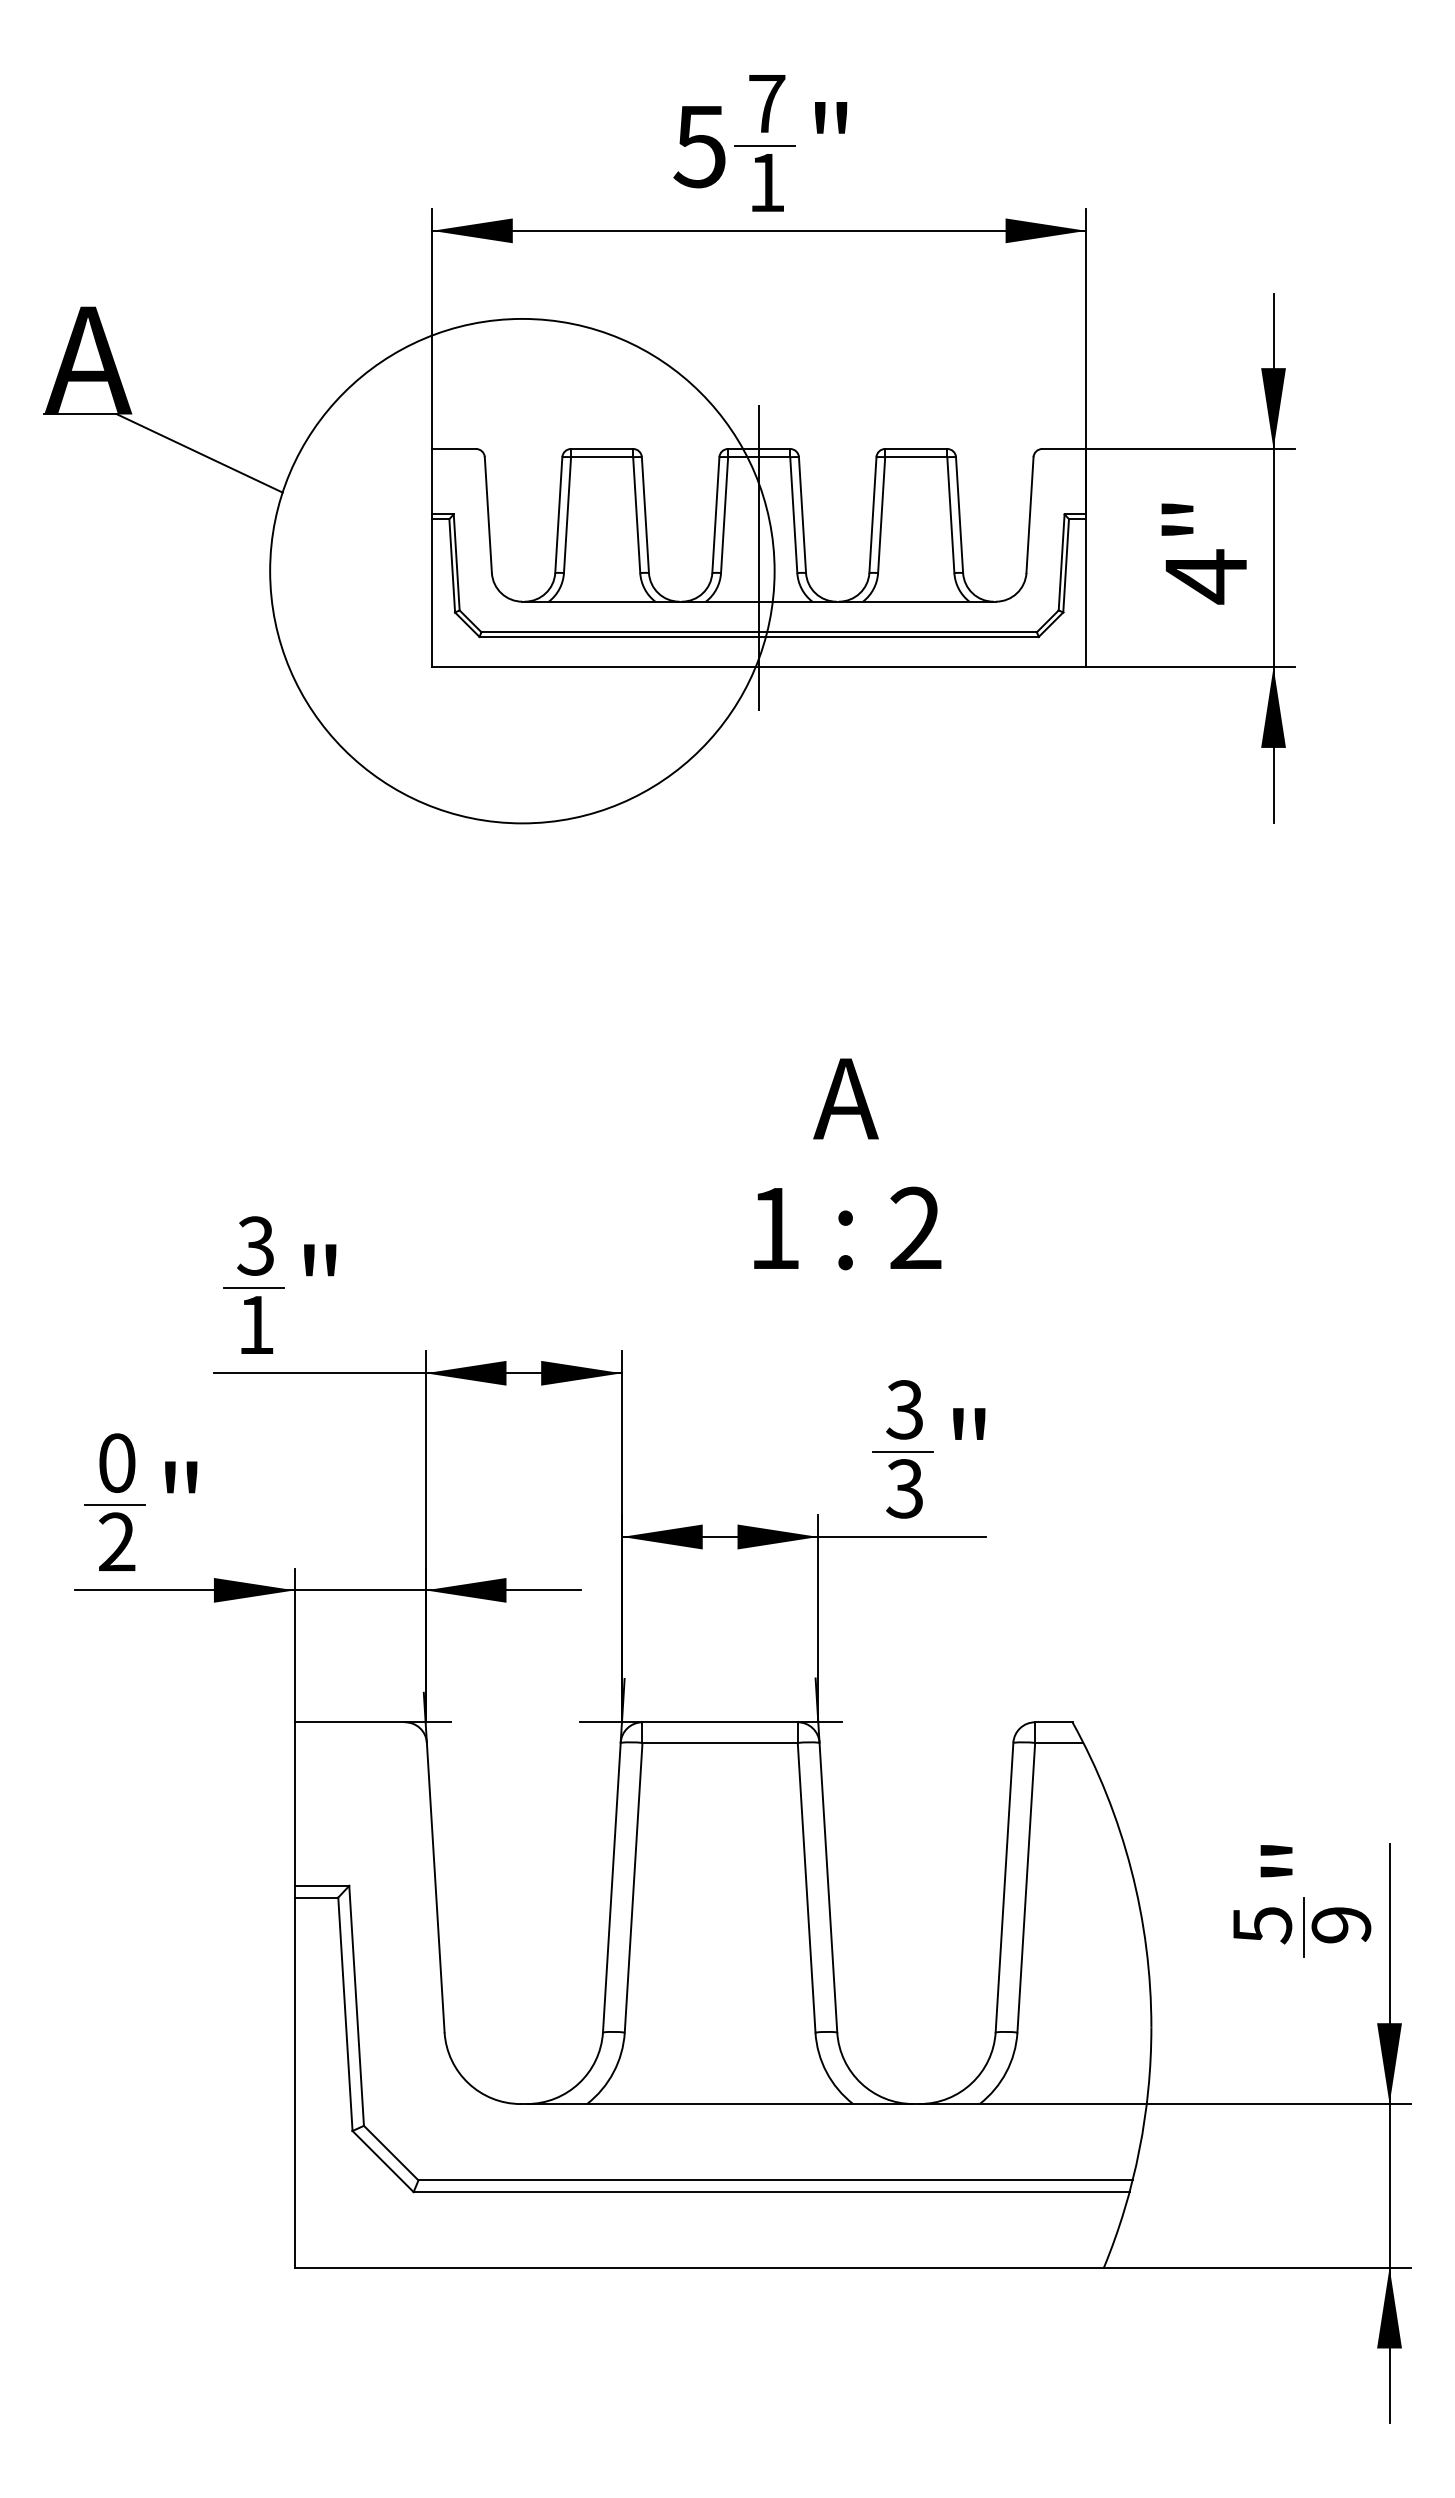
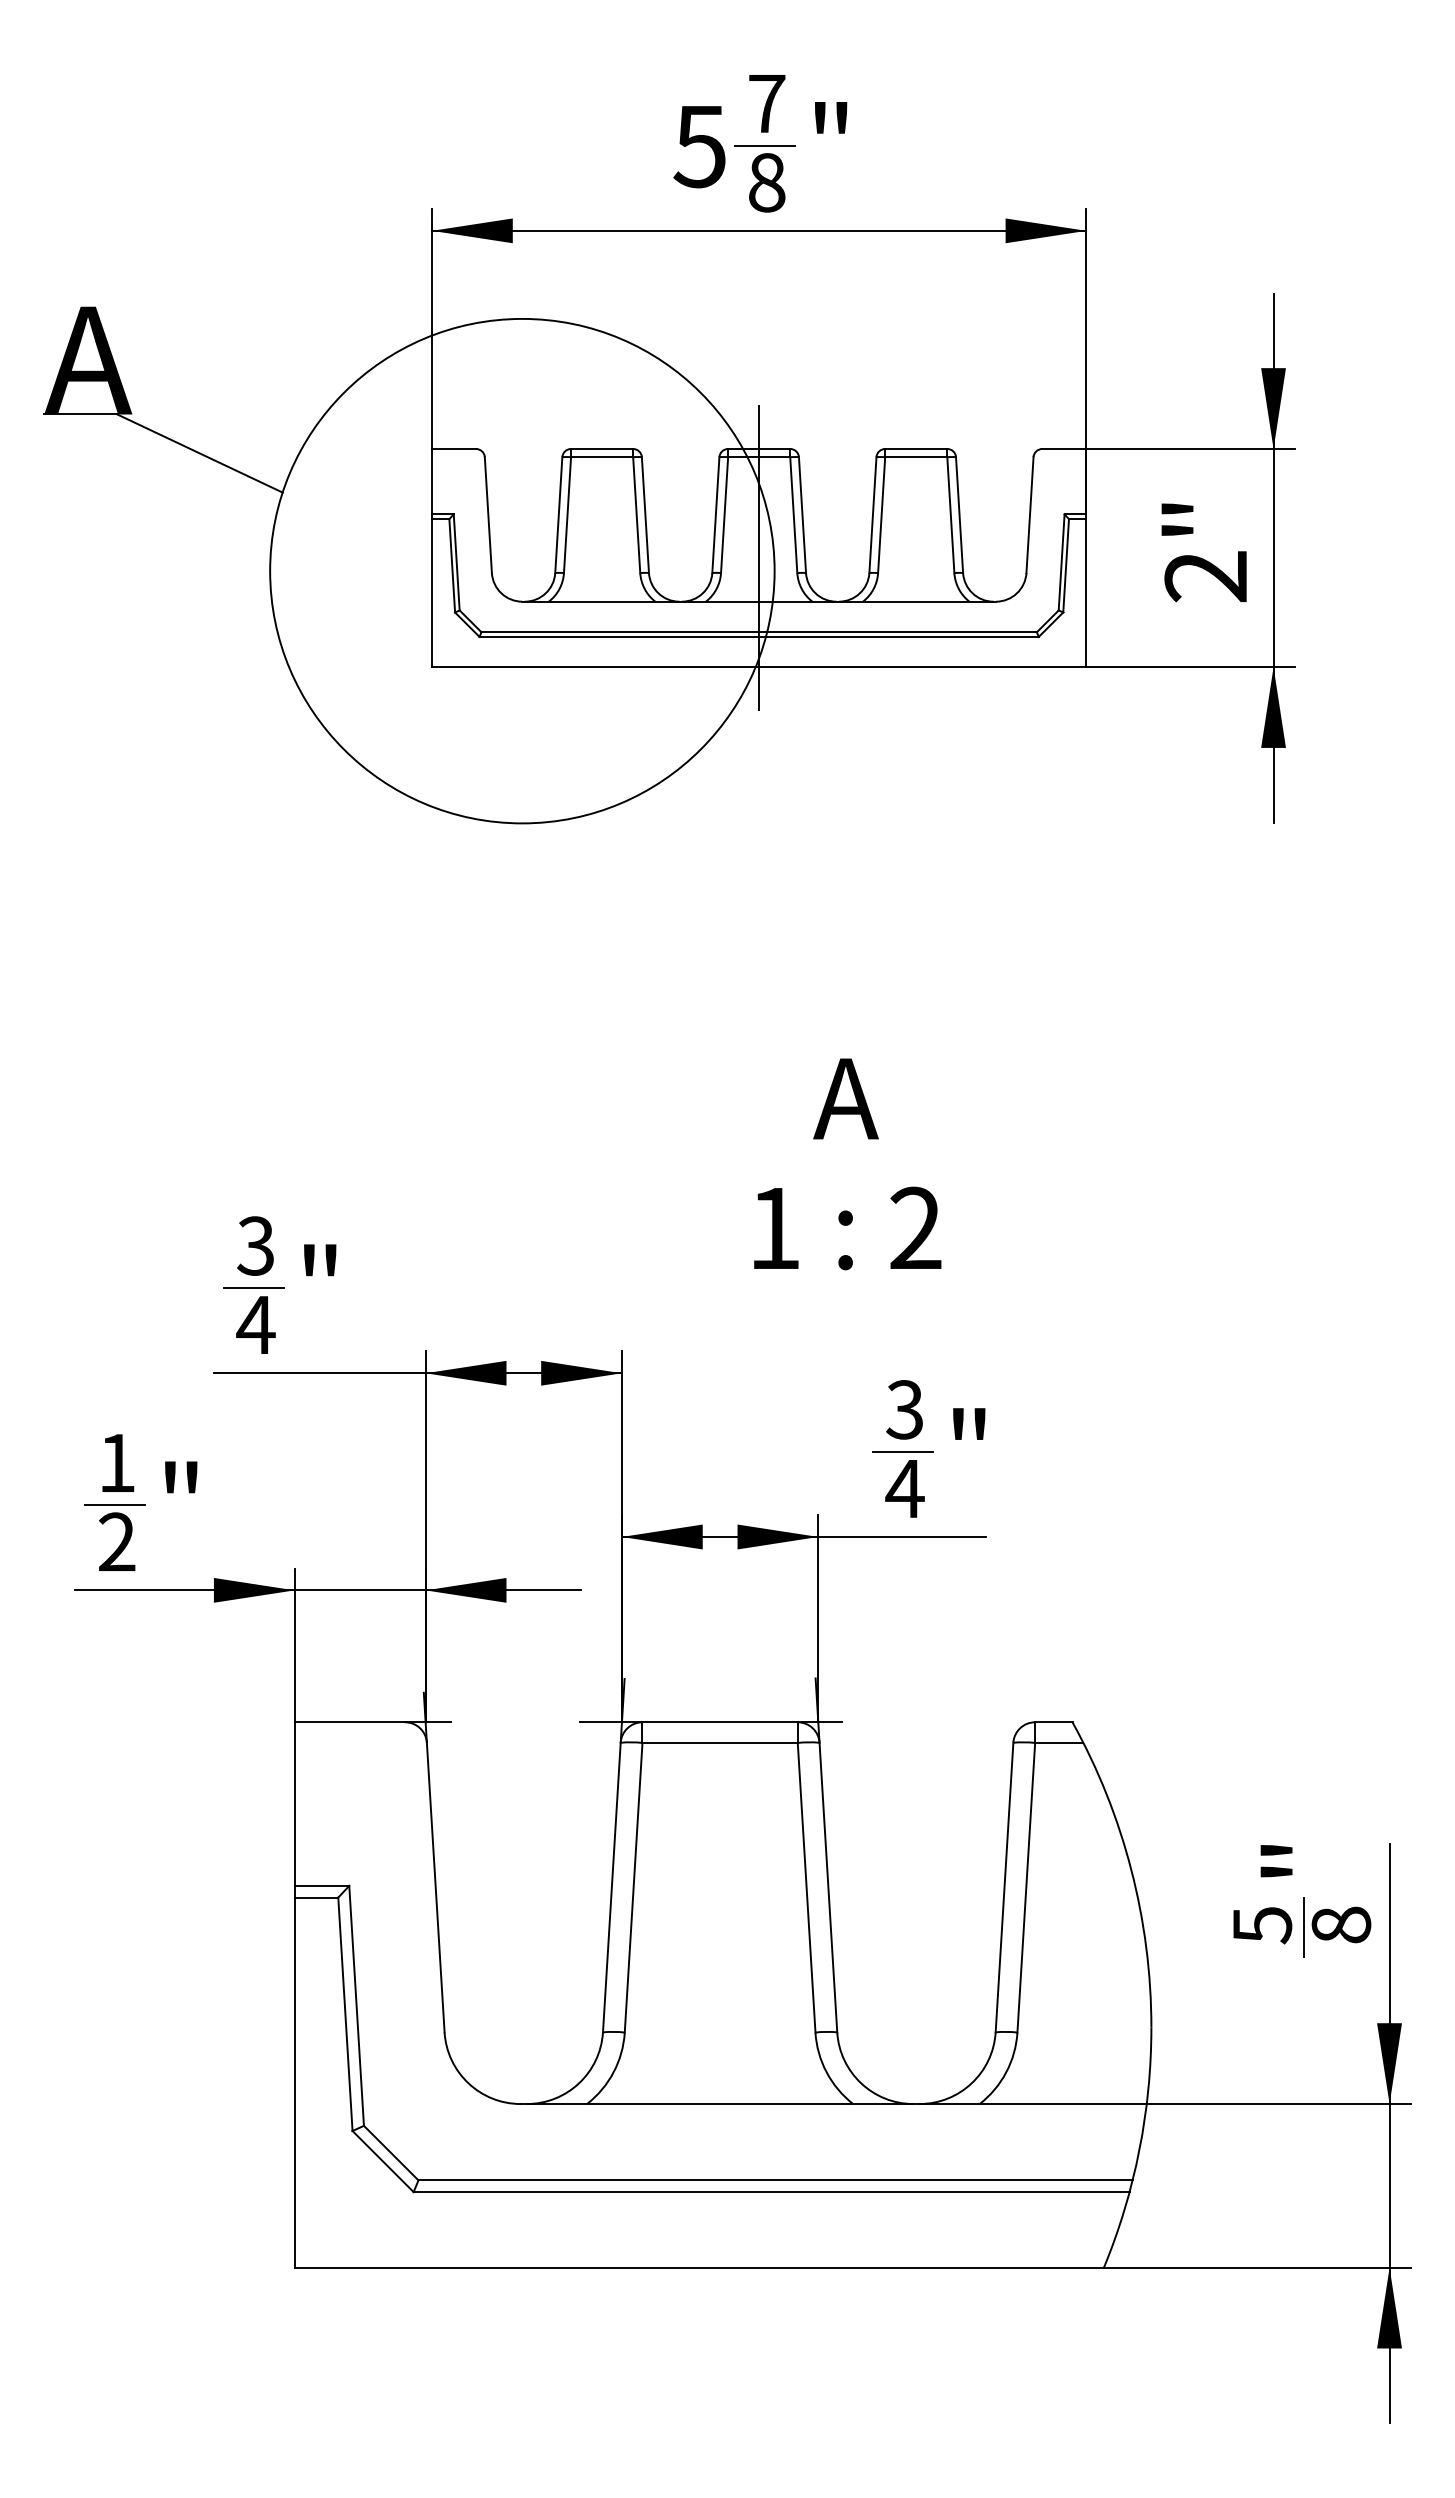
text at (767, 182): 1 -> 8
text at (1205, 576): 4" -> 2"
text at (255, 1324): 1 -> 4
text at (117, 1462): 0 -> 1
text at (904, 1488): 3 -> 4
text at (1341, 1924): 9 -> 8
